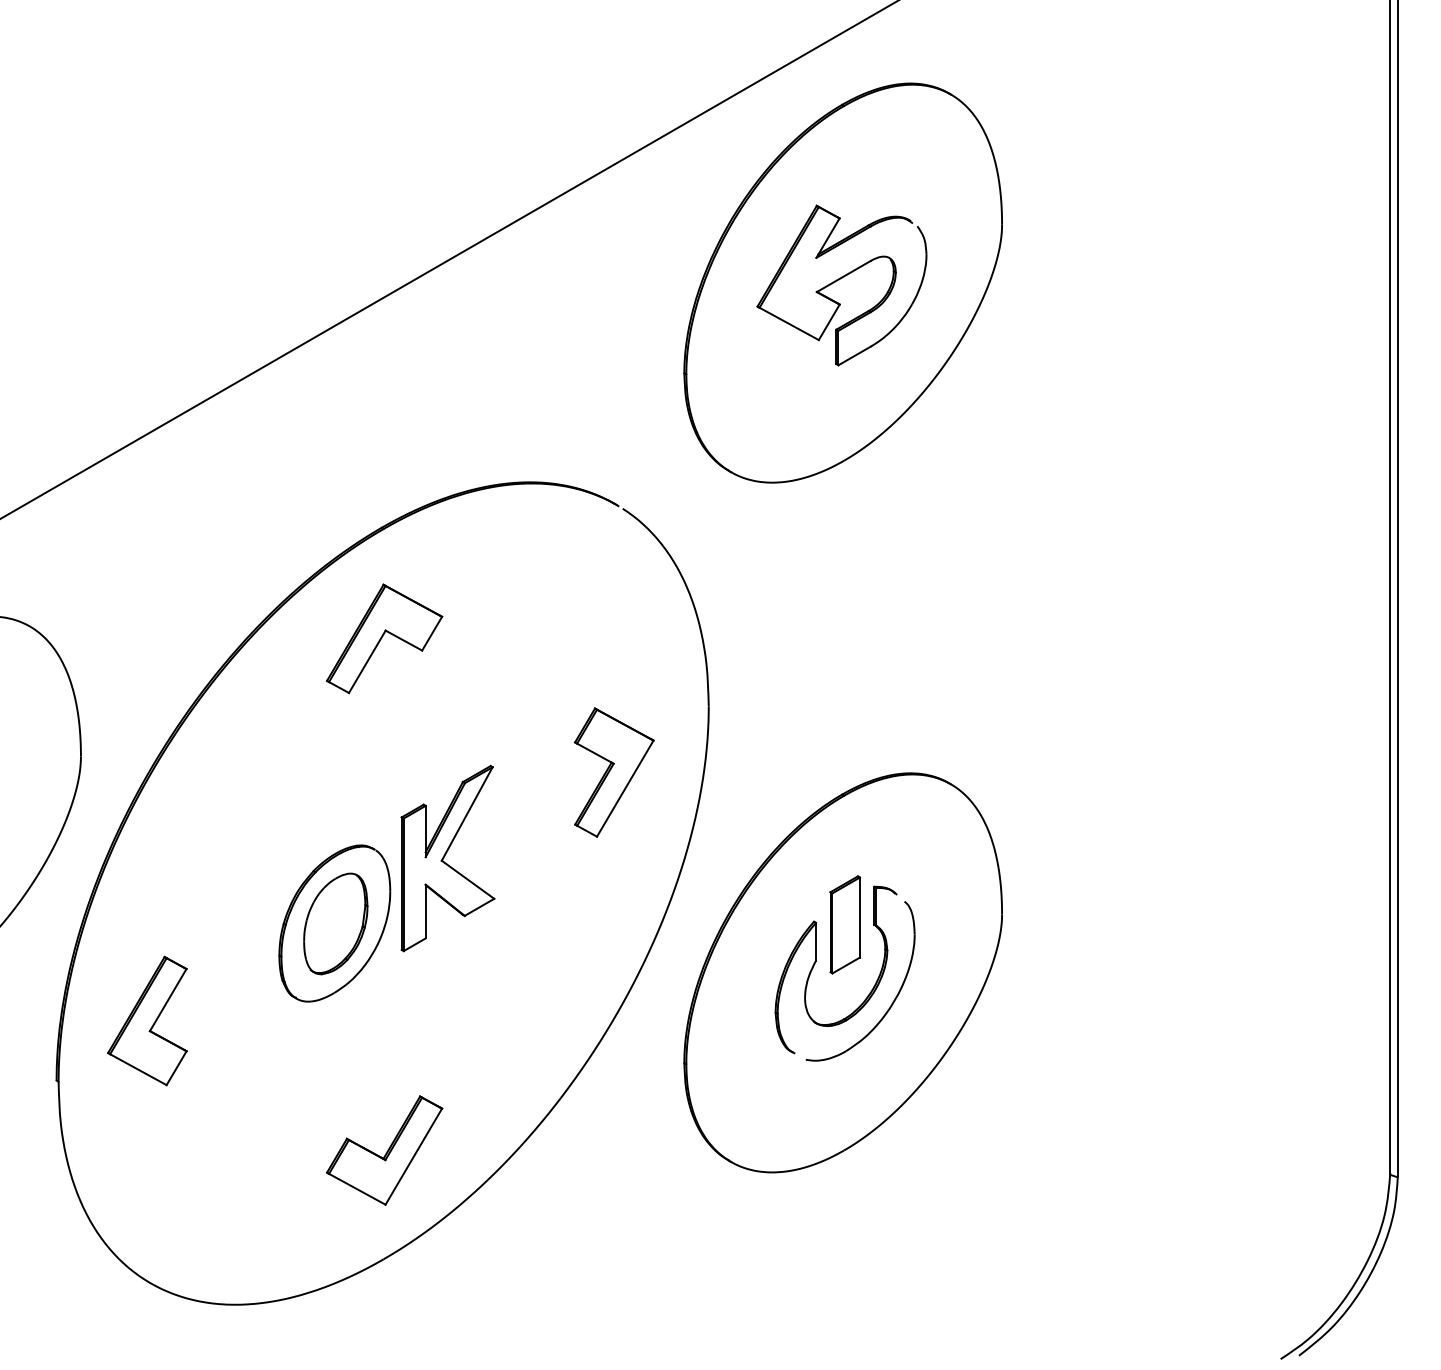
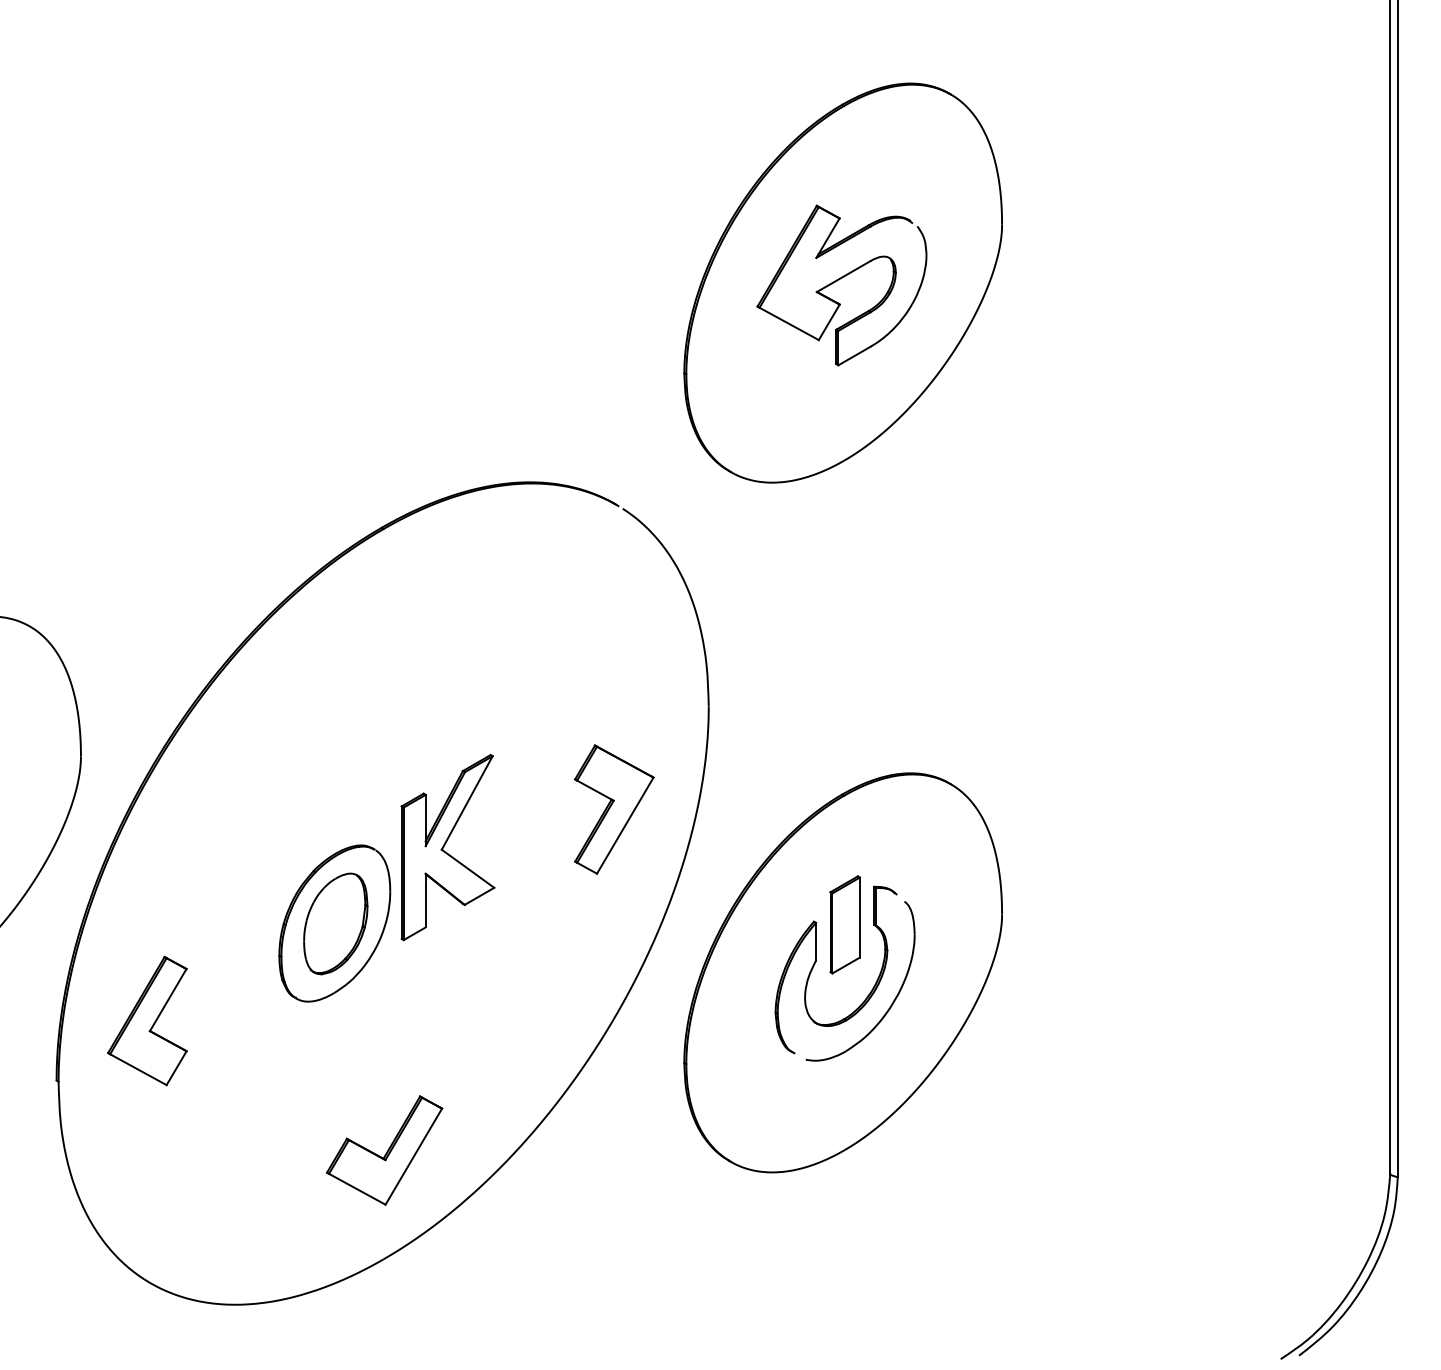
line at (448, 259): present -> none
part at (384, 638): present -> none
part at (614, 772) position: (614, 772) -> (614, 809)
part at (447, 858) position: (447, 858) -> (447, 847)
